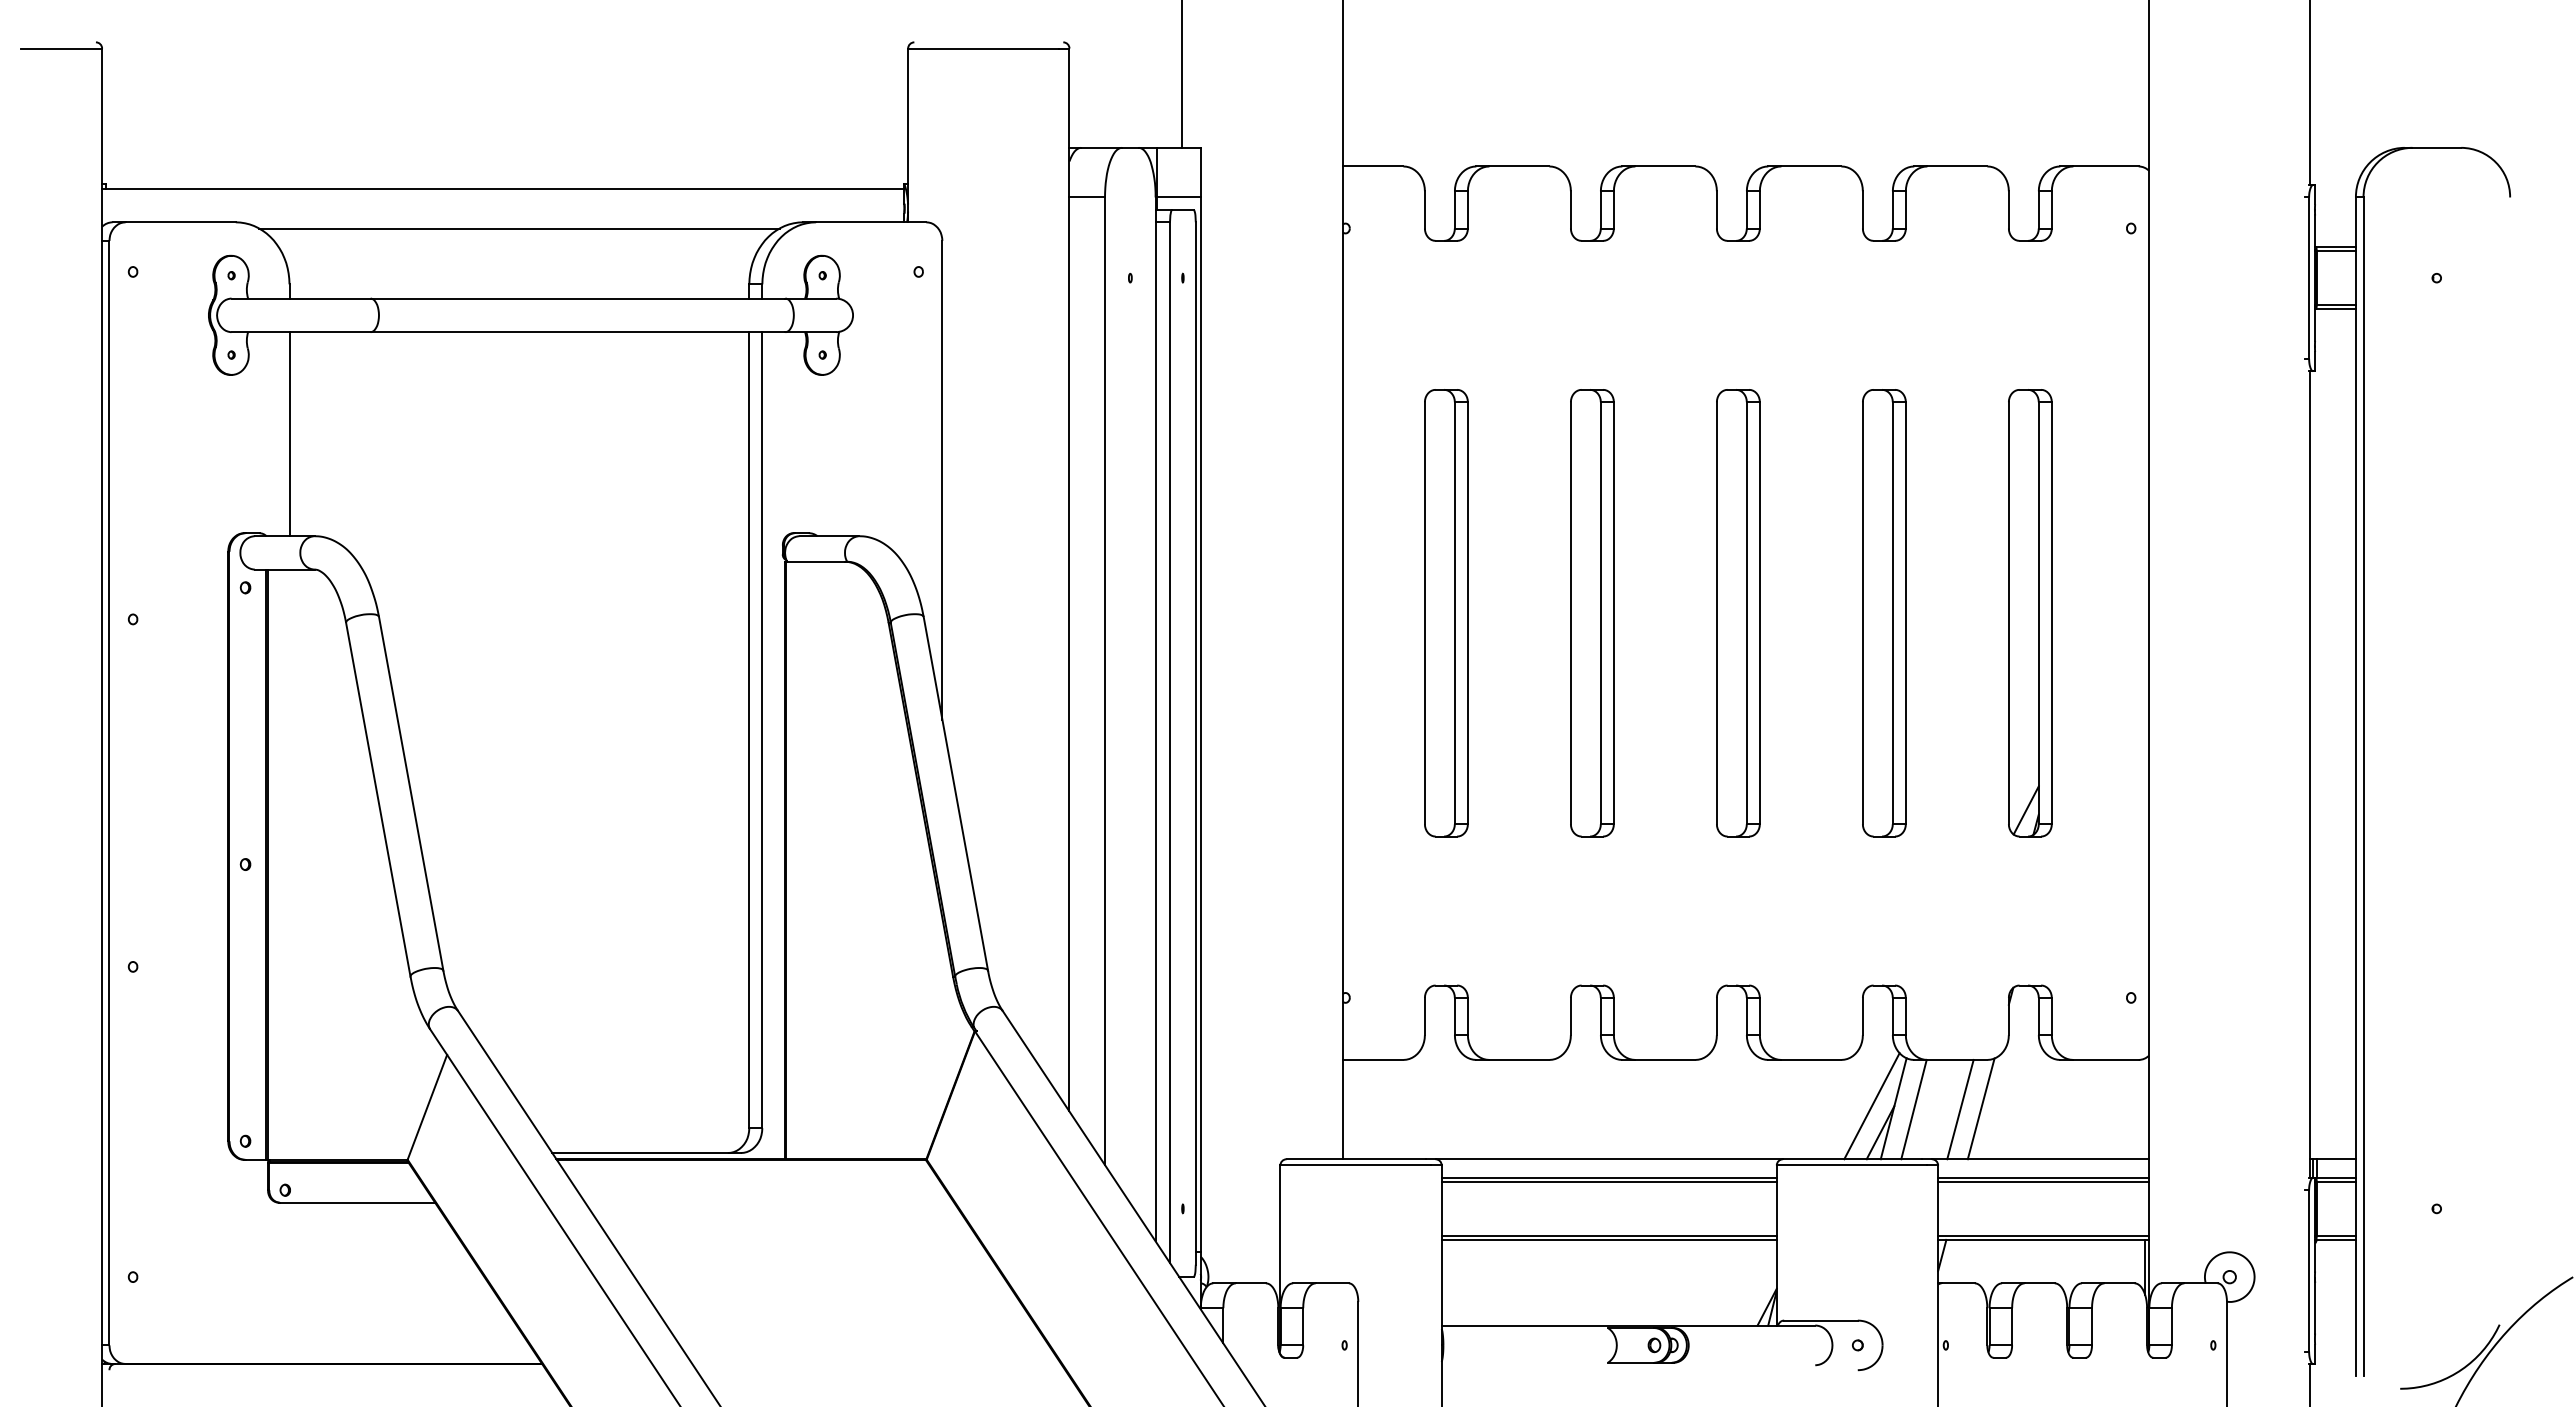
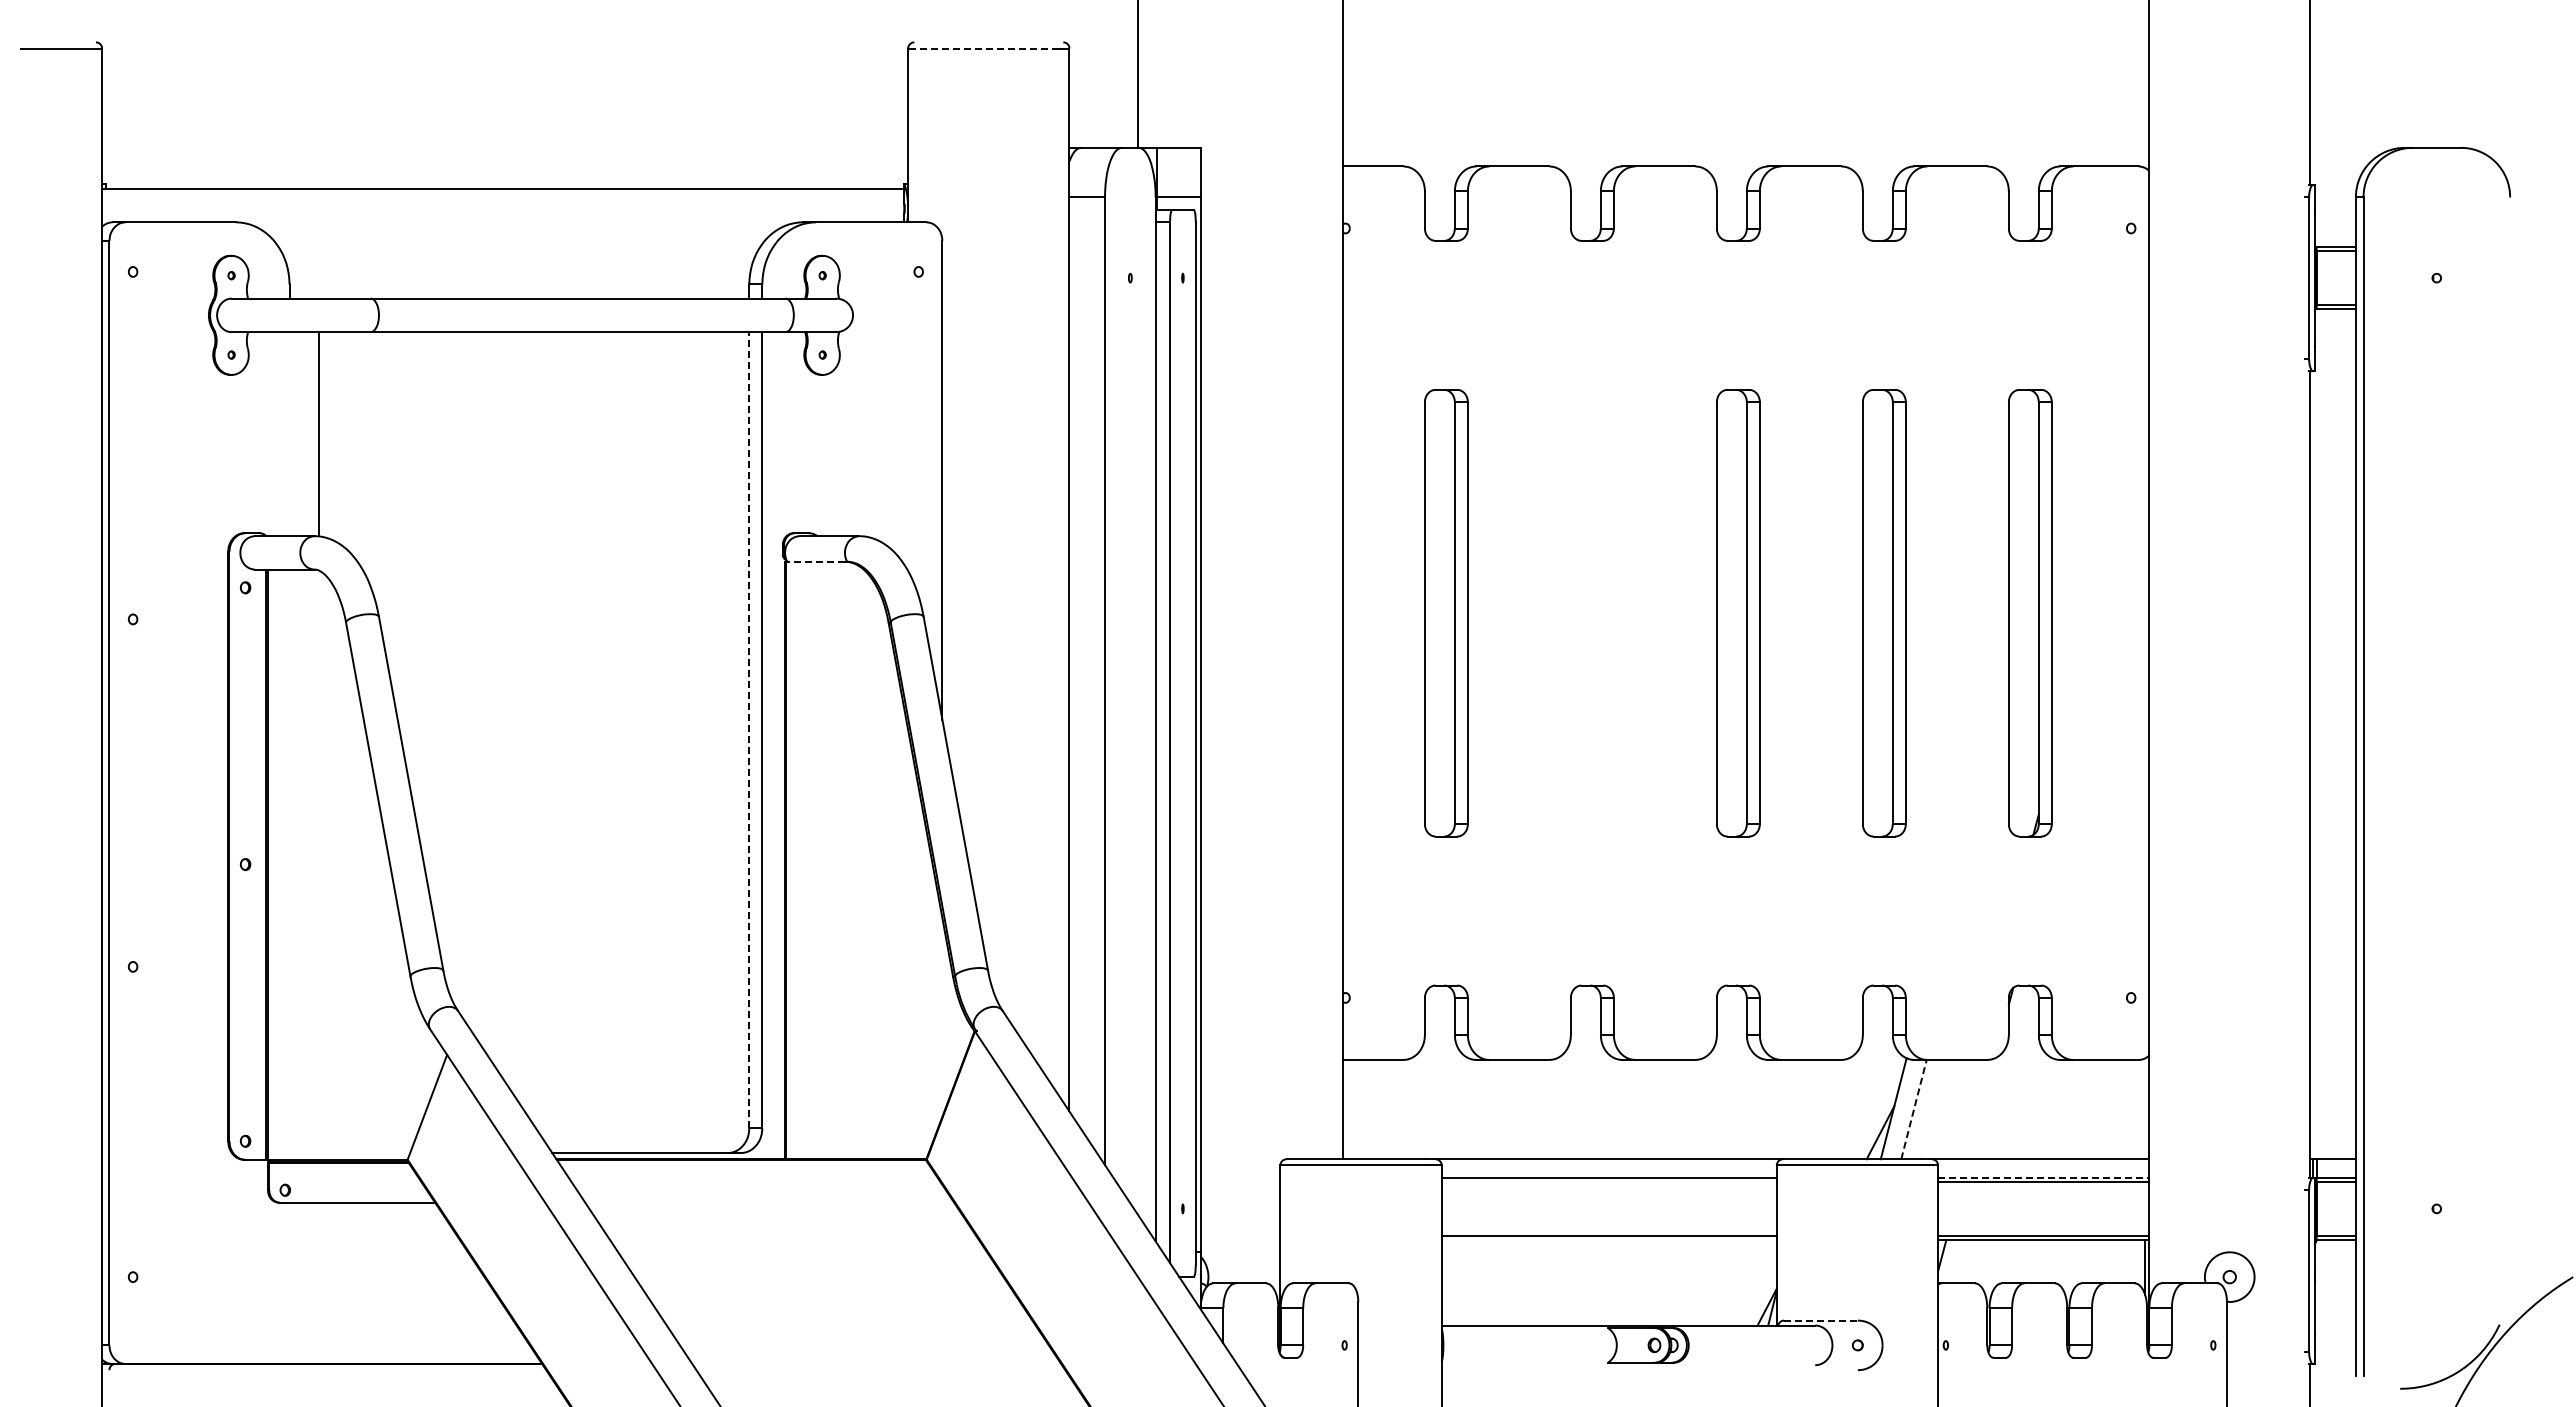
line at (982, 48): solid -> dashed
line at (1181, 74) position: (1181, 74) -> (1137, 74)
line at (519, 228): present -> none
line at (289, 434) position: (289, 434) -> (318, 434)
line at (815, 561): solid -> dashed
part at (1592, 613): present -> none
line at (749, 729): solid -> dashed
line at (2025, 810): present -> none
line at (1871, 1106): present -> none
line at (1980, 1108): present -> none
line at (1914, 1109): solid -> dashed
line at (1960, 1109): present -> none
line at (2044, 1177): solid -> dashed
line at (1608, 1181): present -> none
line at (1608, 1239): present -> none
line at (1821, 1320): solid -> dashed
